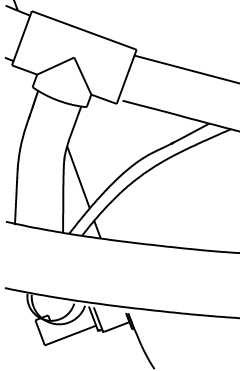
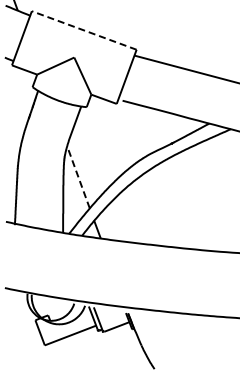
line at (84, 30): solid -> dashed
line at (78, 177): solid -> dashed
